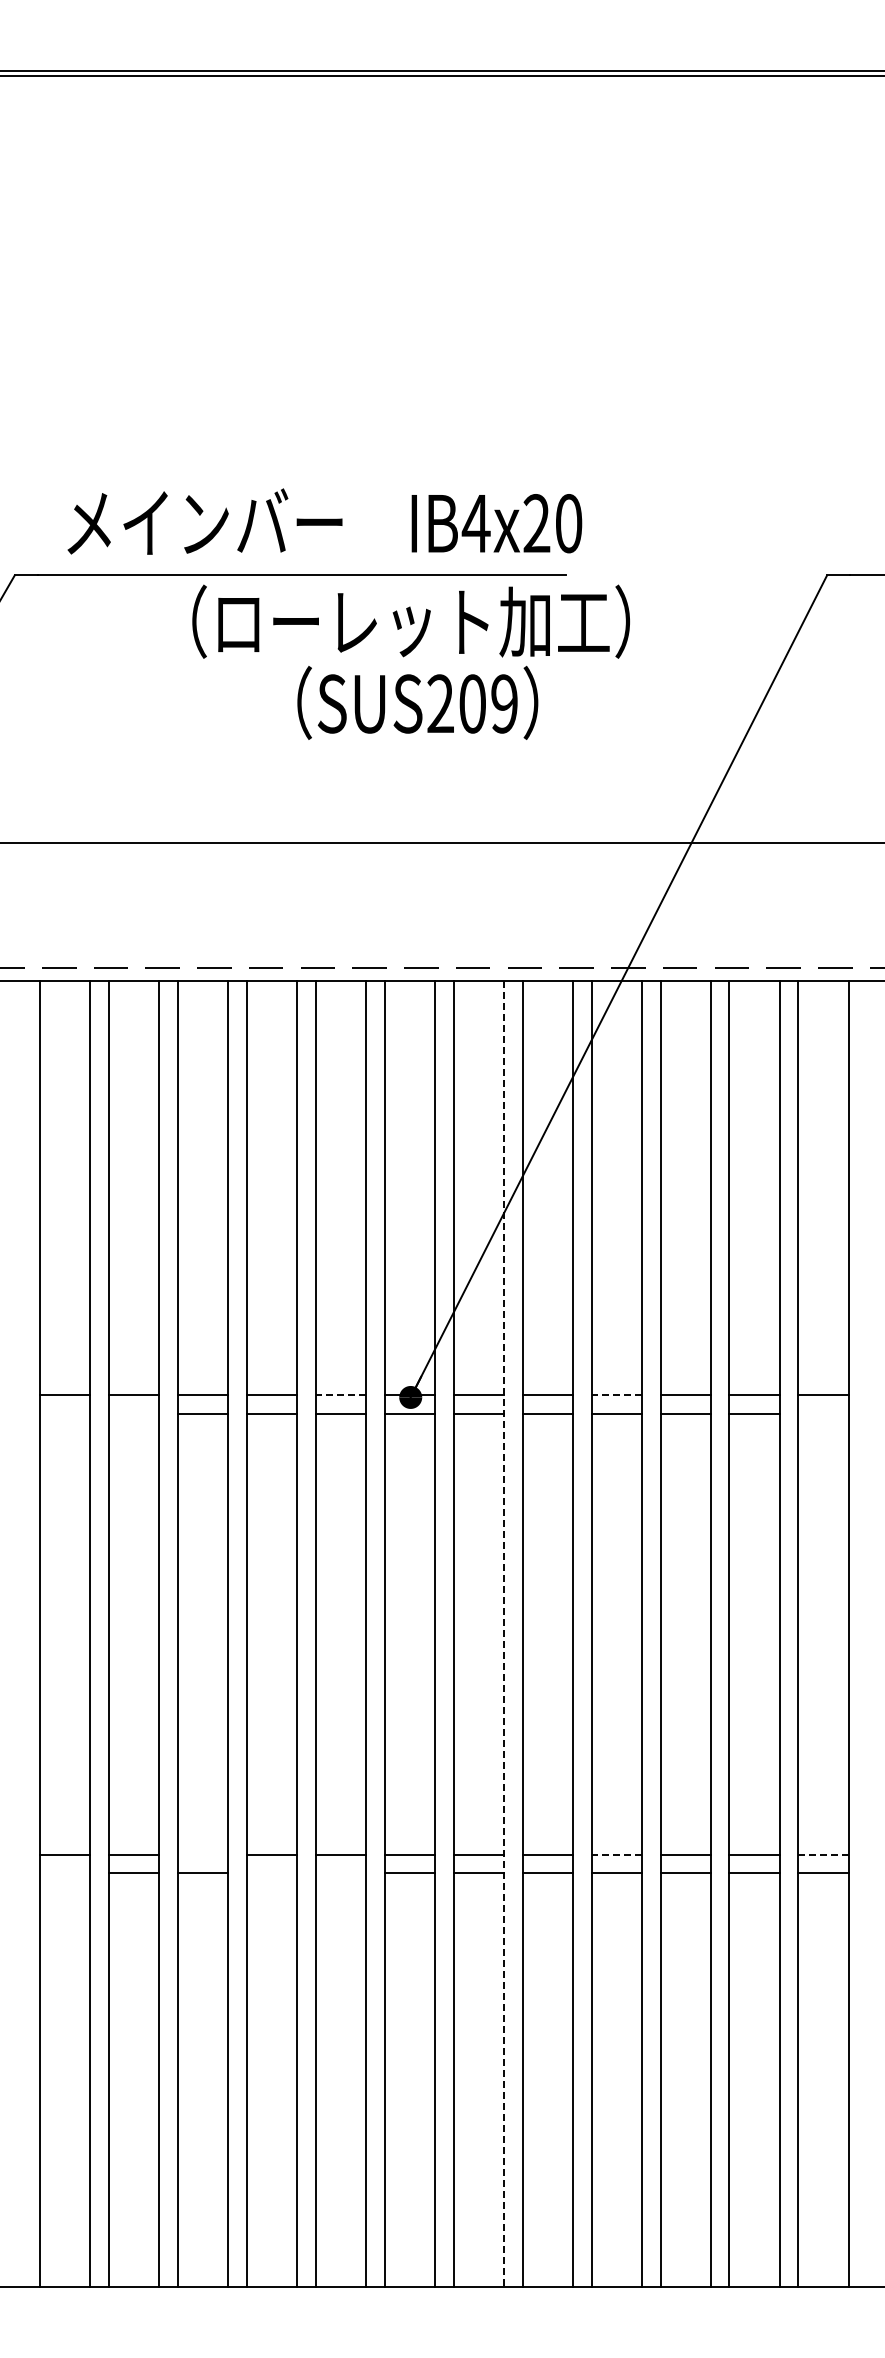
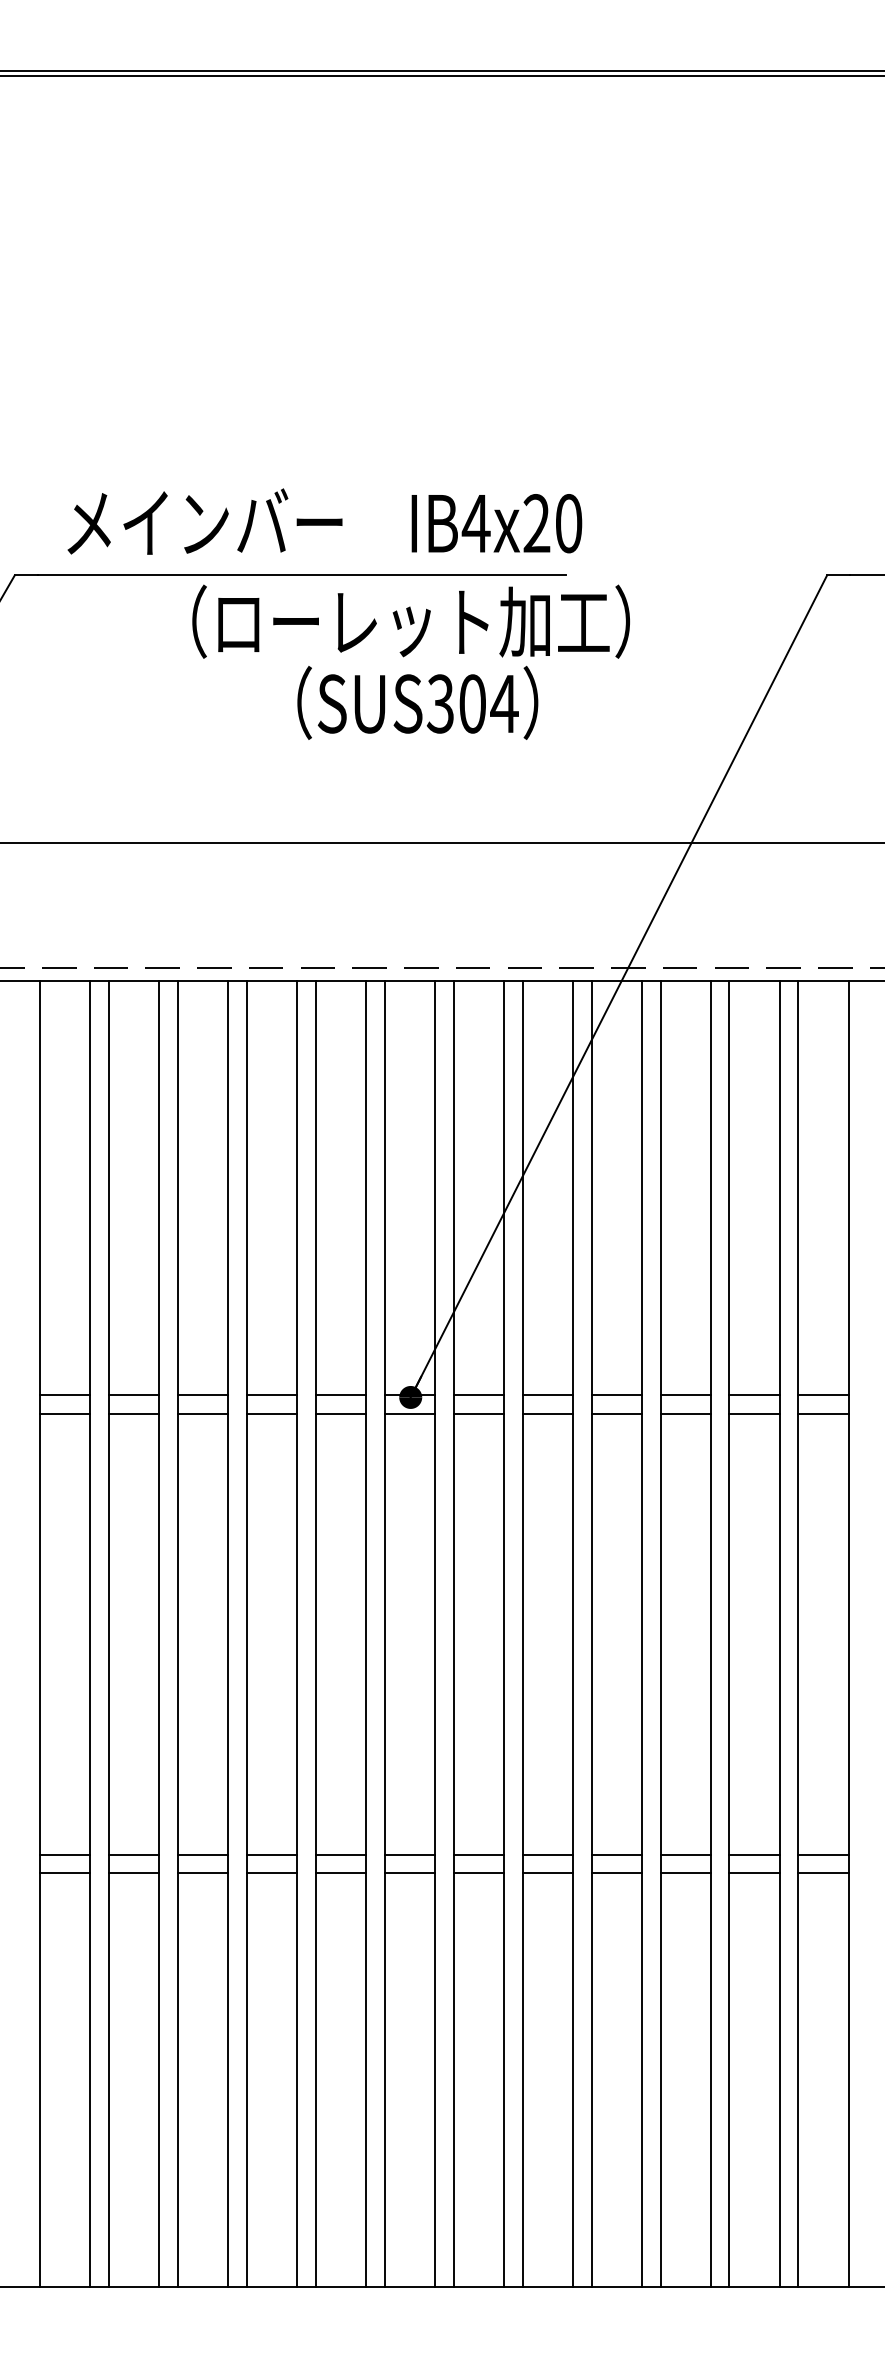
text at (472, 703): SUS209 -> SUS304
line at (340, 1395): dashed -> solid
line at (616, 1395): dashed -> solid
line at (64, 1413): none -> present
line at (133, 1413): none -> present
line at (823, 1413): none -> present
line at (504, 1634): dashed -> solid
line at (202, 1855): none -> present
line at (616, 1855): dashed -> solid
line at (823, 1855): dashed -> solid
line at (64, 1873): none -> present
line at (271, 1873): none -> present
line at (340, 1873): none -> present
